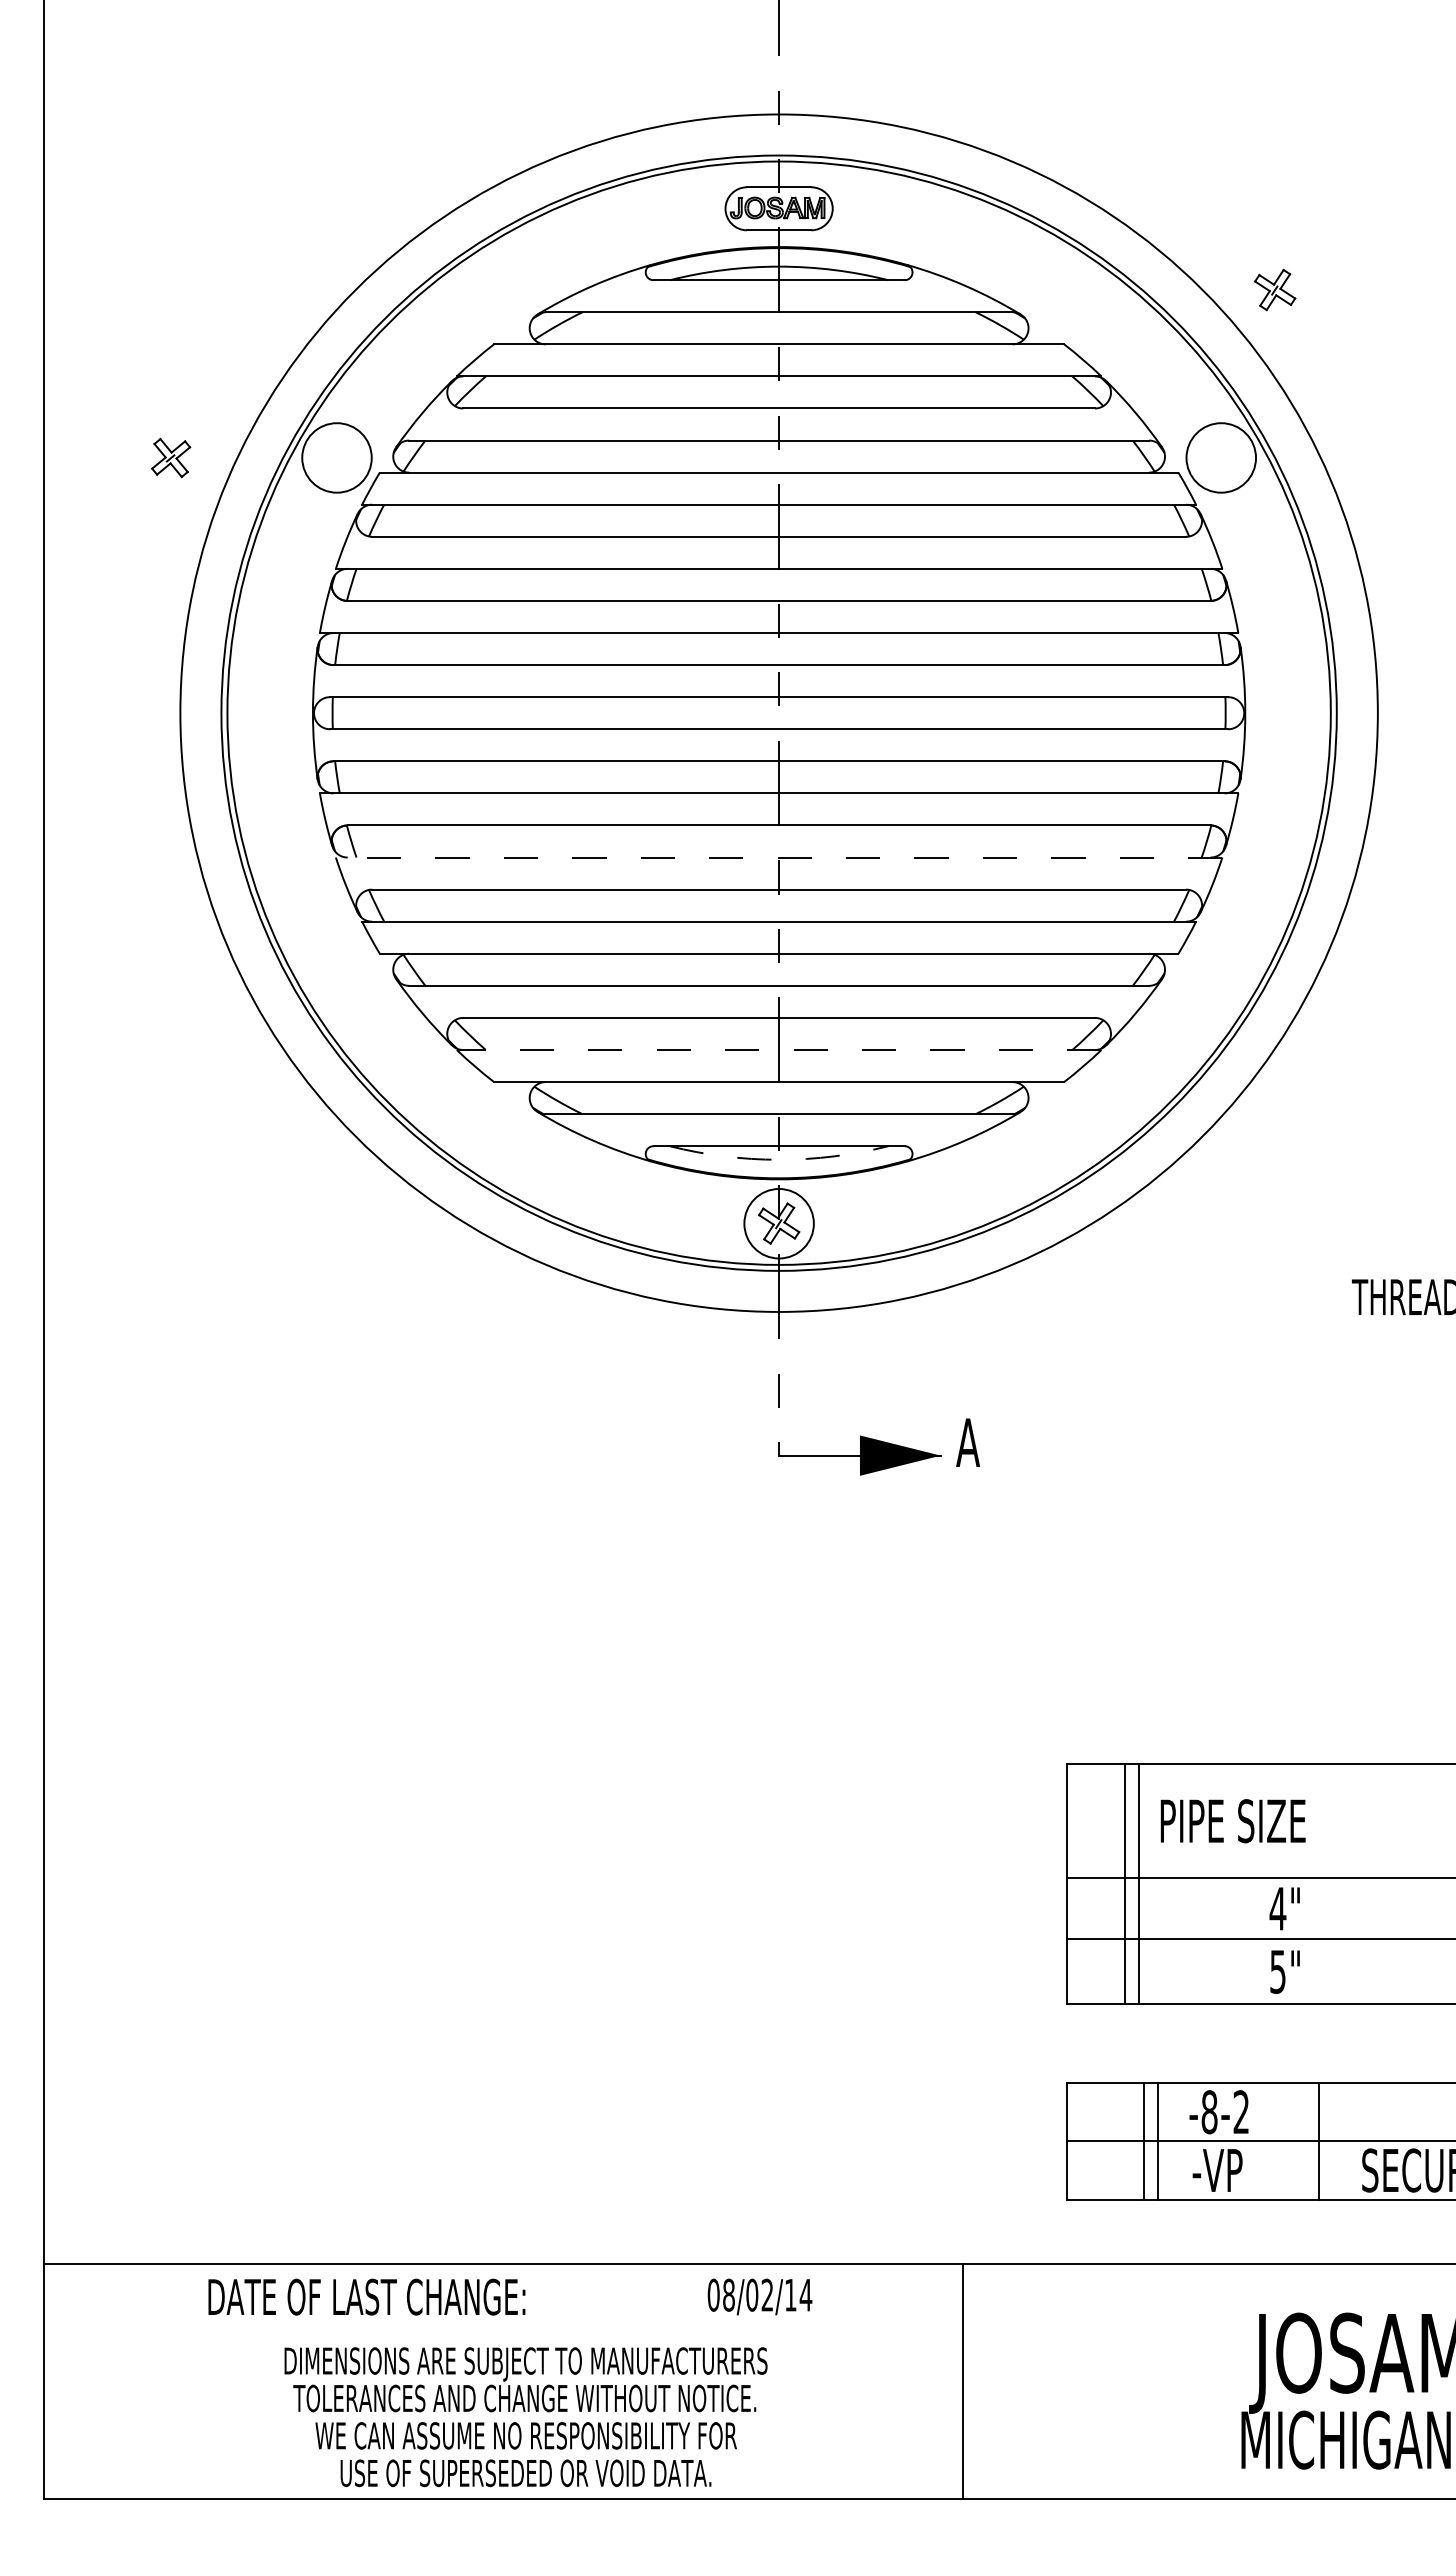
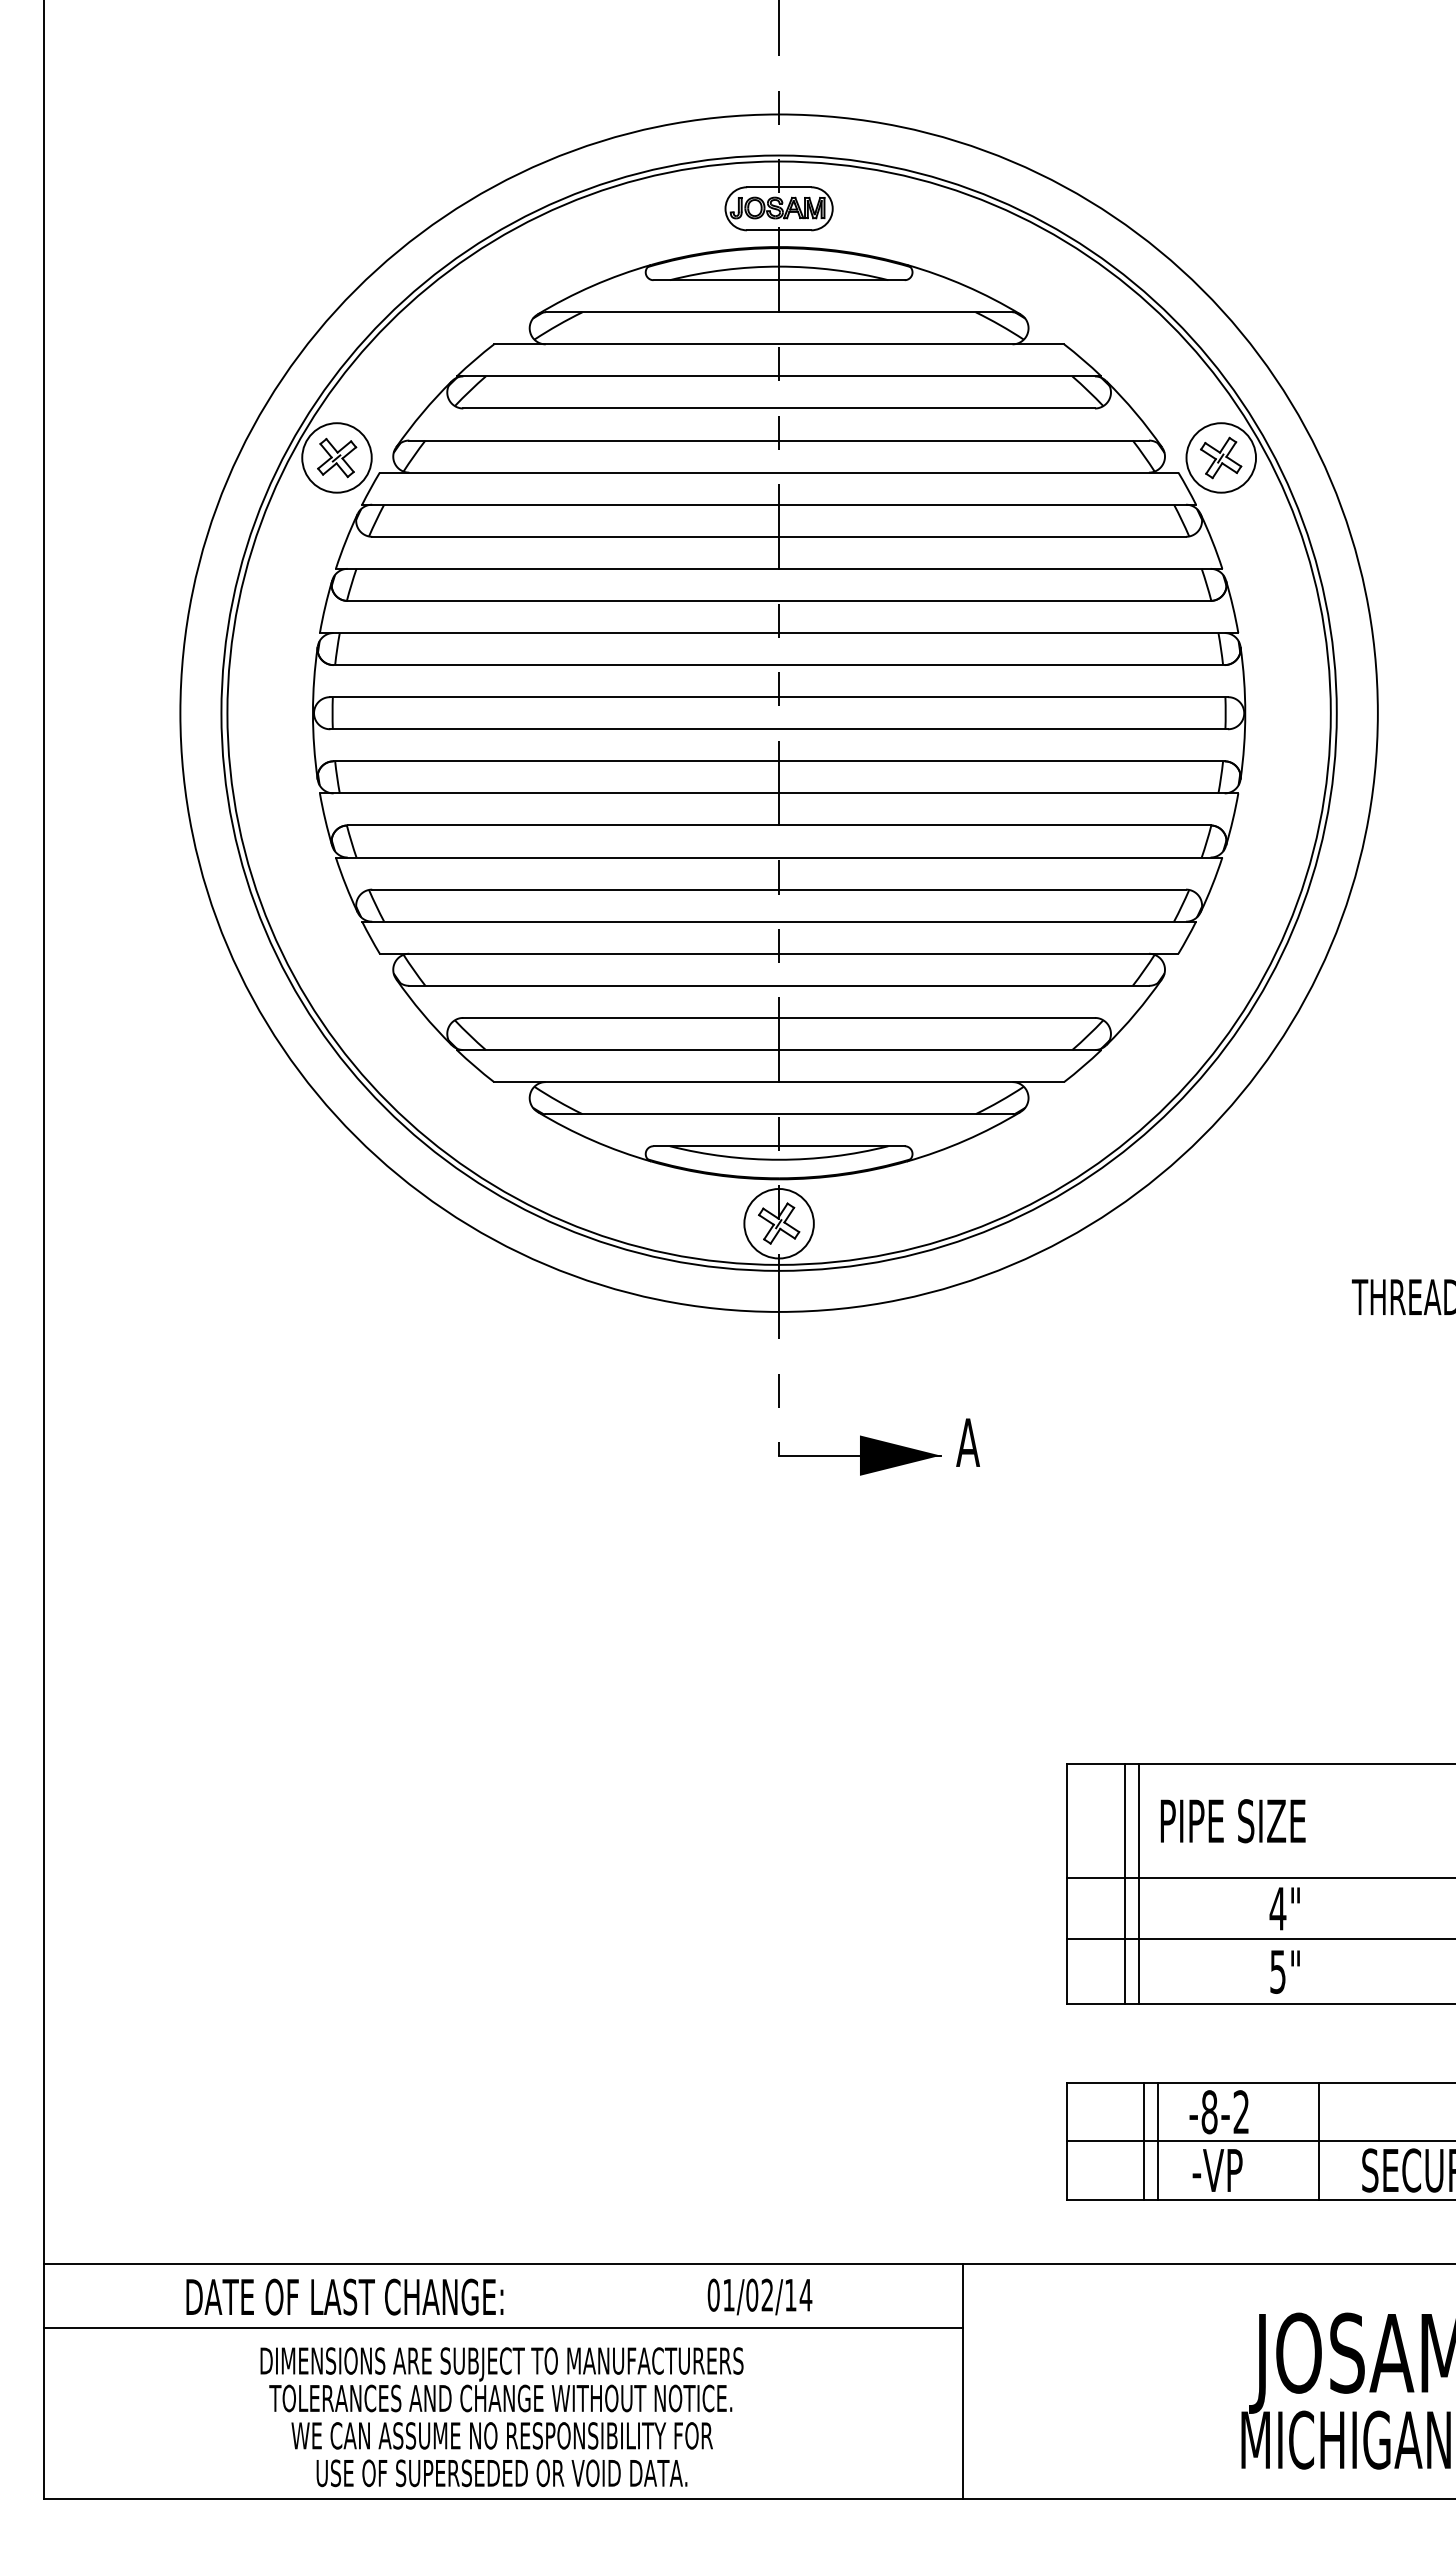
part at (1275, 289) position: (1275, 289) -> (1221, 457)
part at (171, 457) position: (171, 457) -> (337, 457)
line at (778, 857): dashed -> solid
line at (778, 1050): dashed -> solid
arc at (779, 1159): dashed -> solid
text at (728, 2294): 08/02/14 -> 01/02/14
text at (366, 2296) position: (366, 2296) -> (344, 2296)
line at (503, 2327): none -> present
text at (525, 2417) position: (525, 2417) -> (501, 2417)
